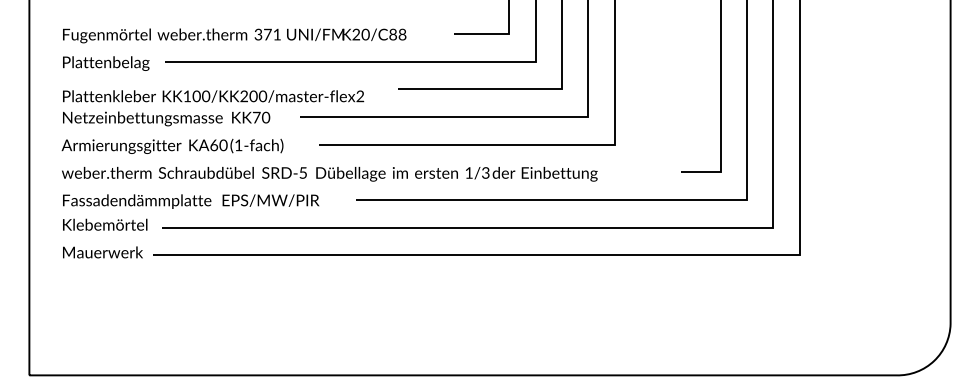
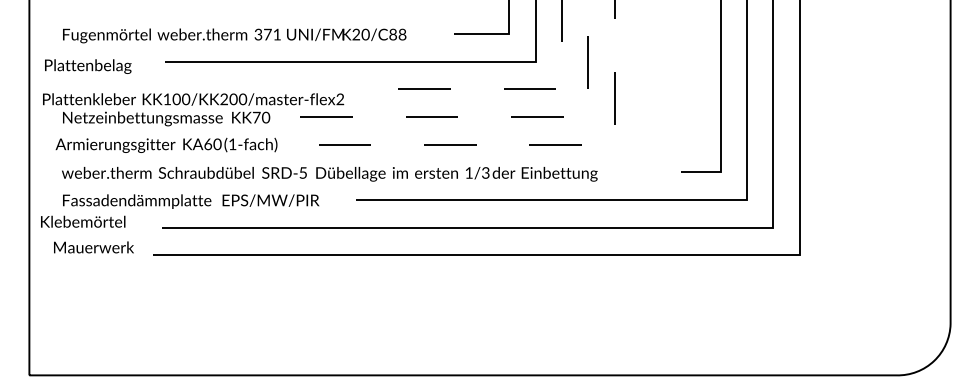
text at (106, 63) position: (106, 63) -> (88, 66)
line at (525, 89): solid -> dashed
text at (213, 96) position: (213, 96) -> (193, 99)
line at (503, 117): solid -> dashed
line at (539, 144): solid -> dashed
text at (172, 145) position: (172, 145) -> (166, 144)
text at (105, 224) position: (105, 224) -> (83, 221)
text at (102, 252) position: (102, 252) -> (93, 247)
